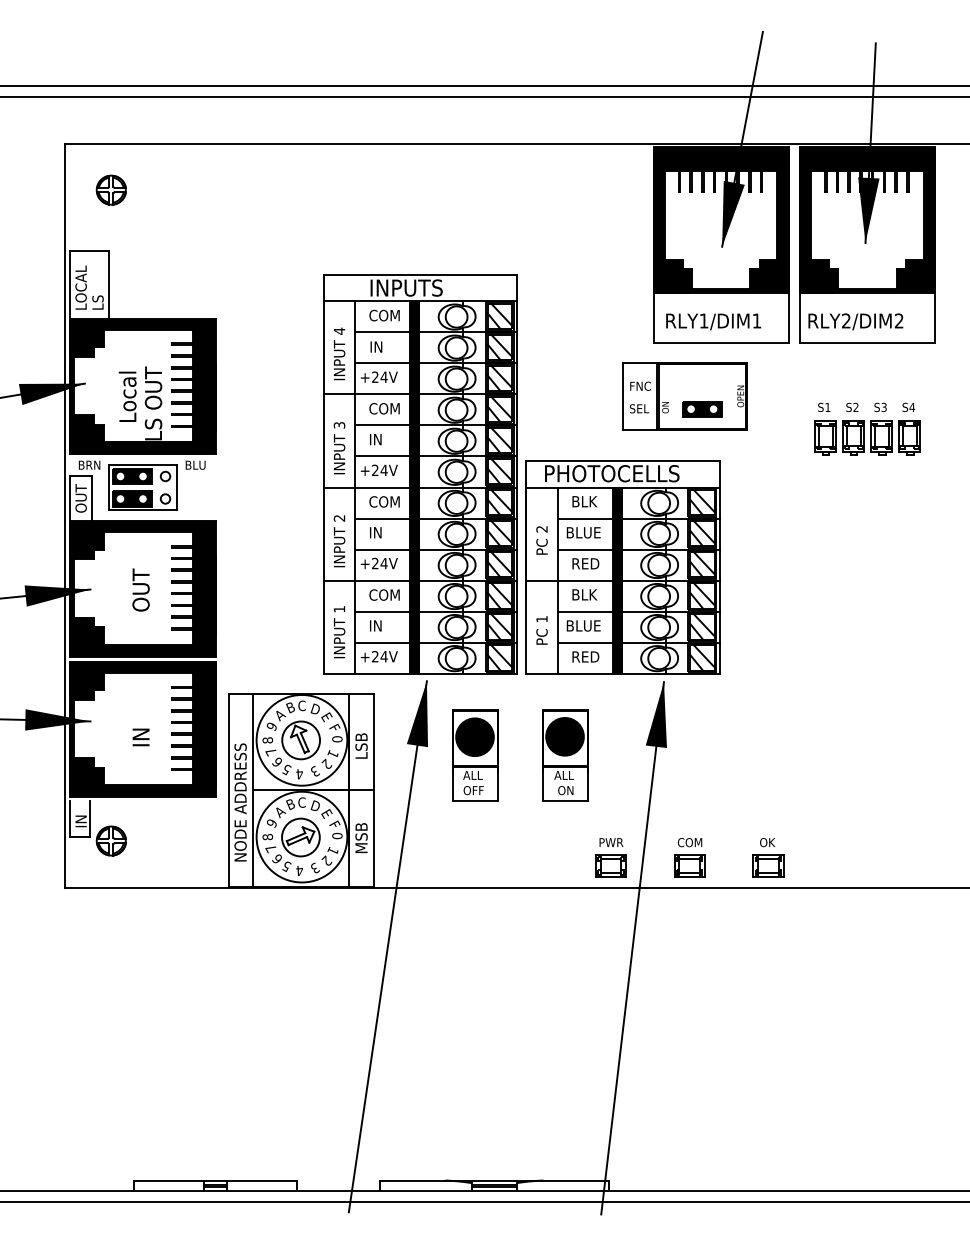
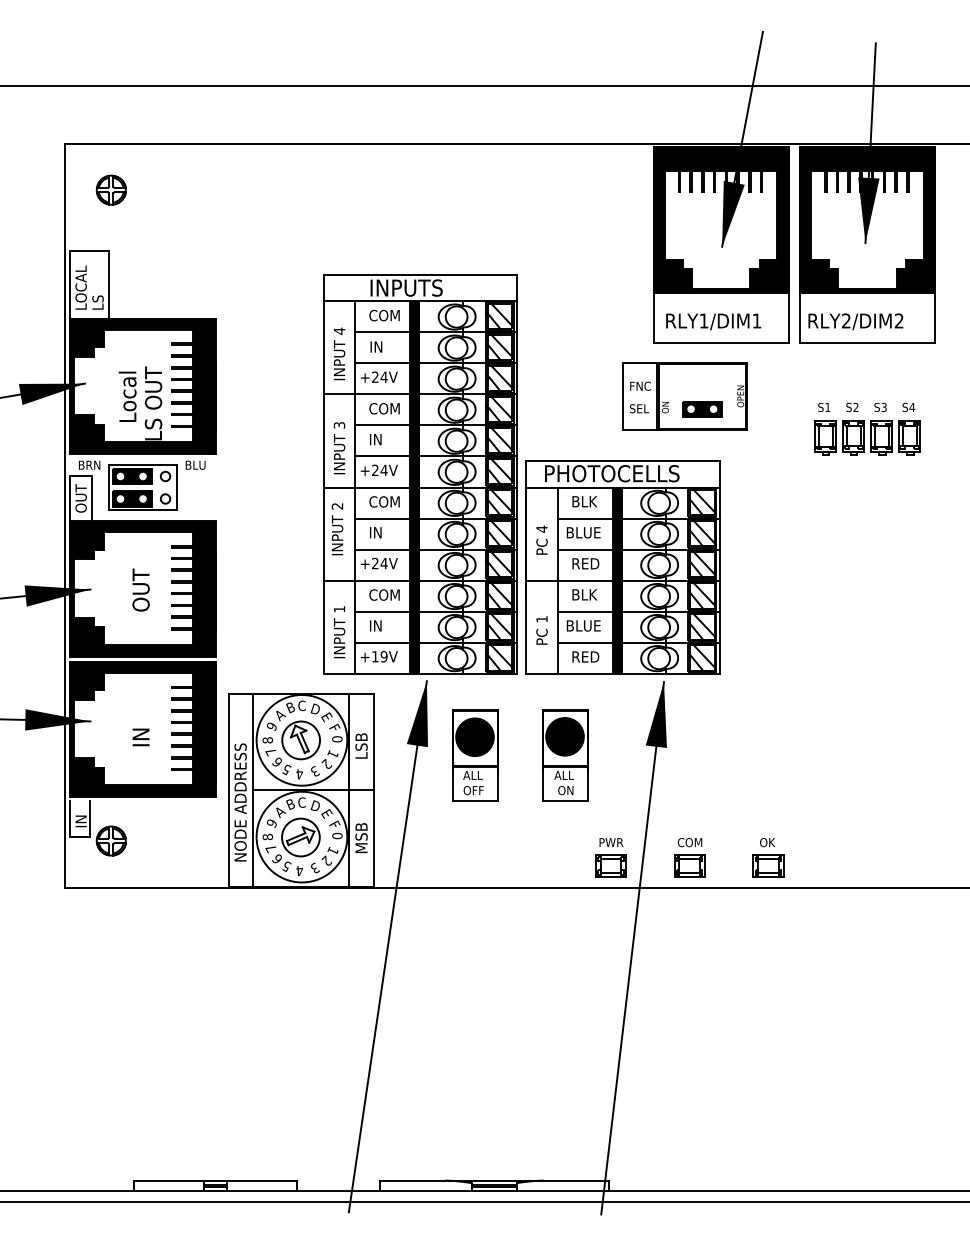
line at (484, 97): present -> none
text at (541, 528): 2 -> 4
text at (339, 541) position: (339, 541) -> (337, 529)
text at (379, 656): +24V -> +19V
